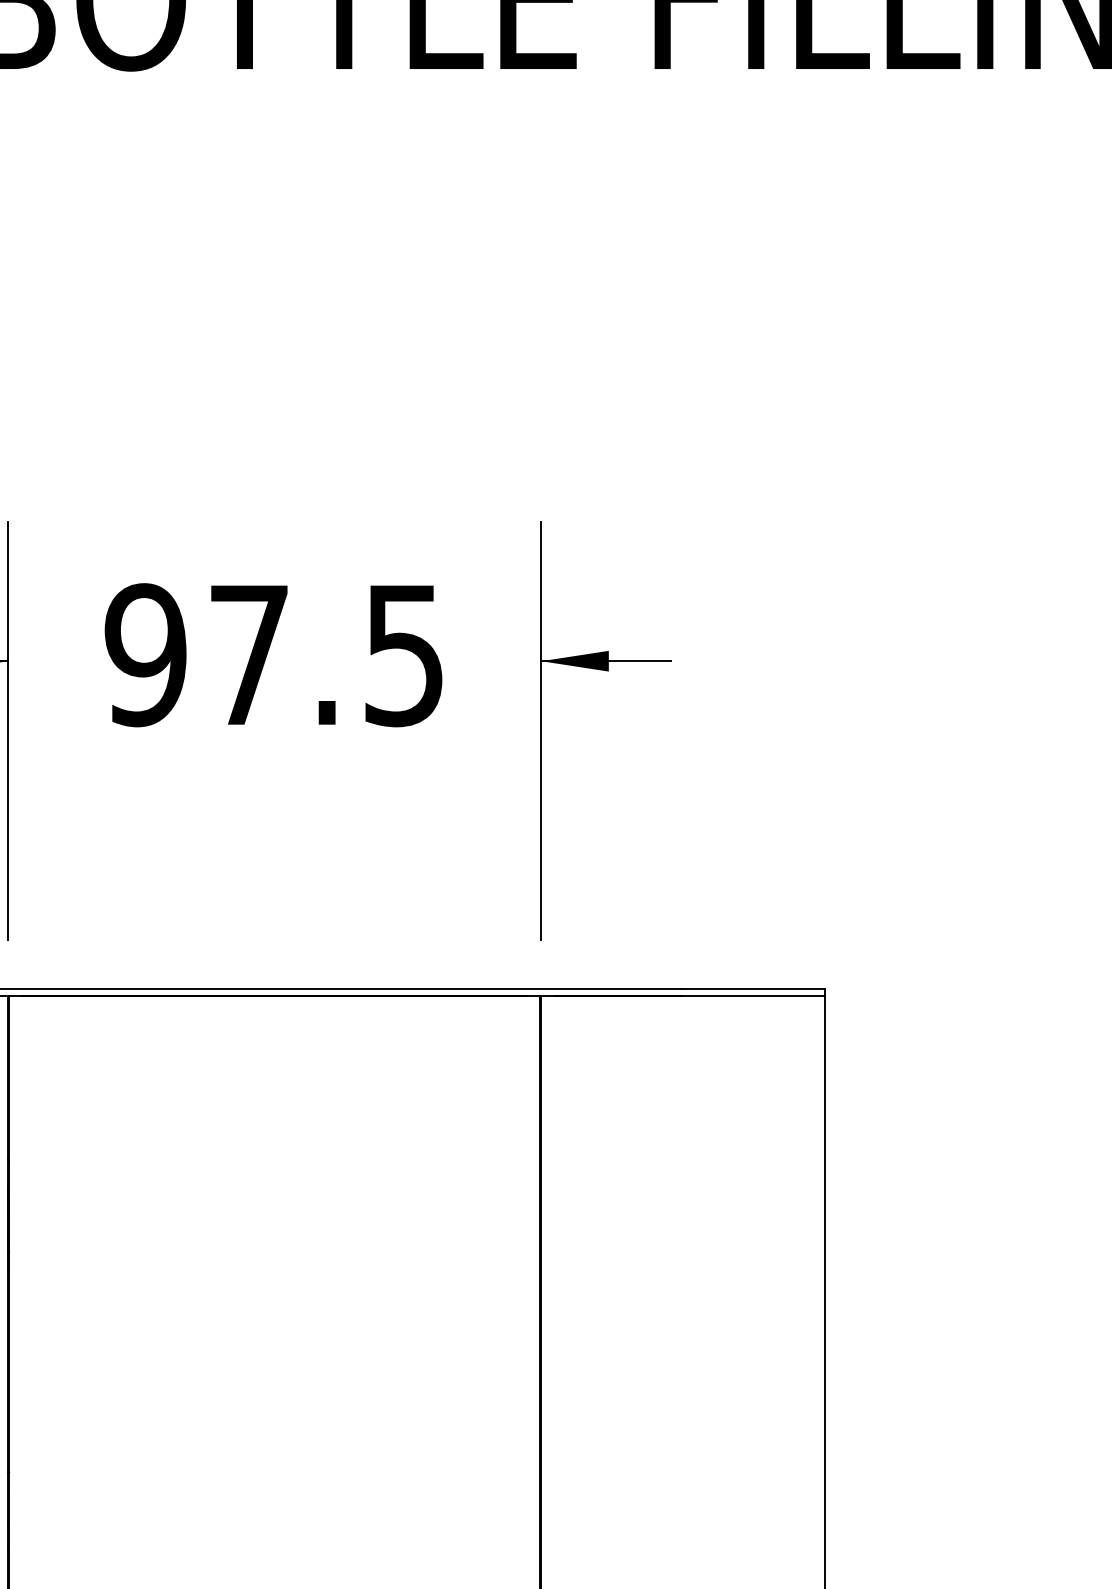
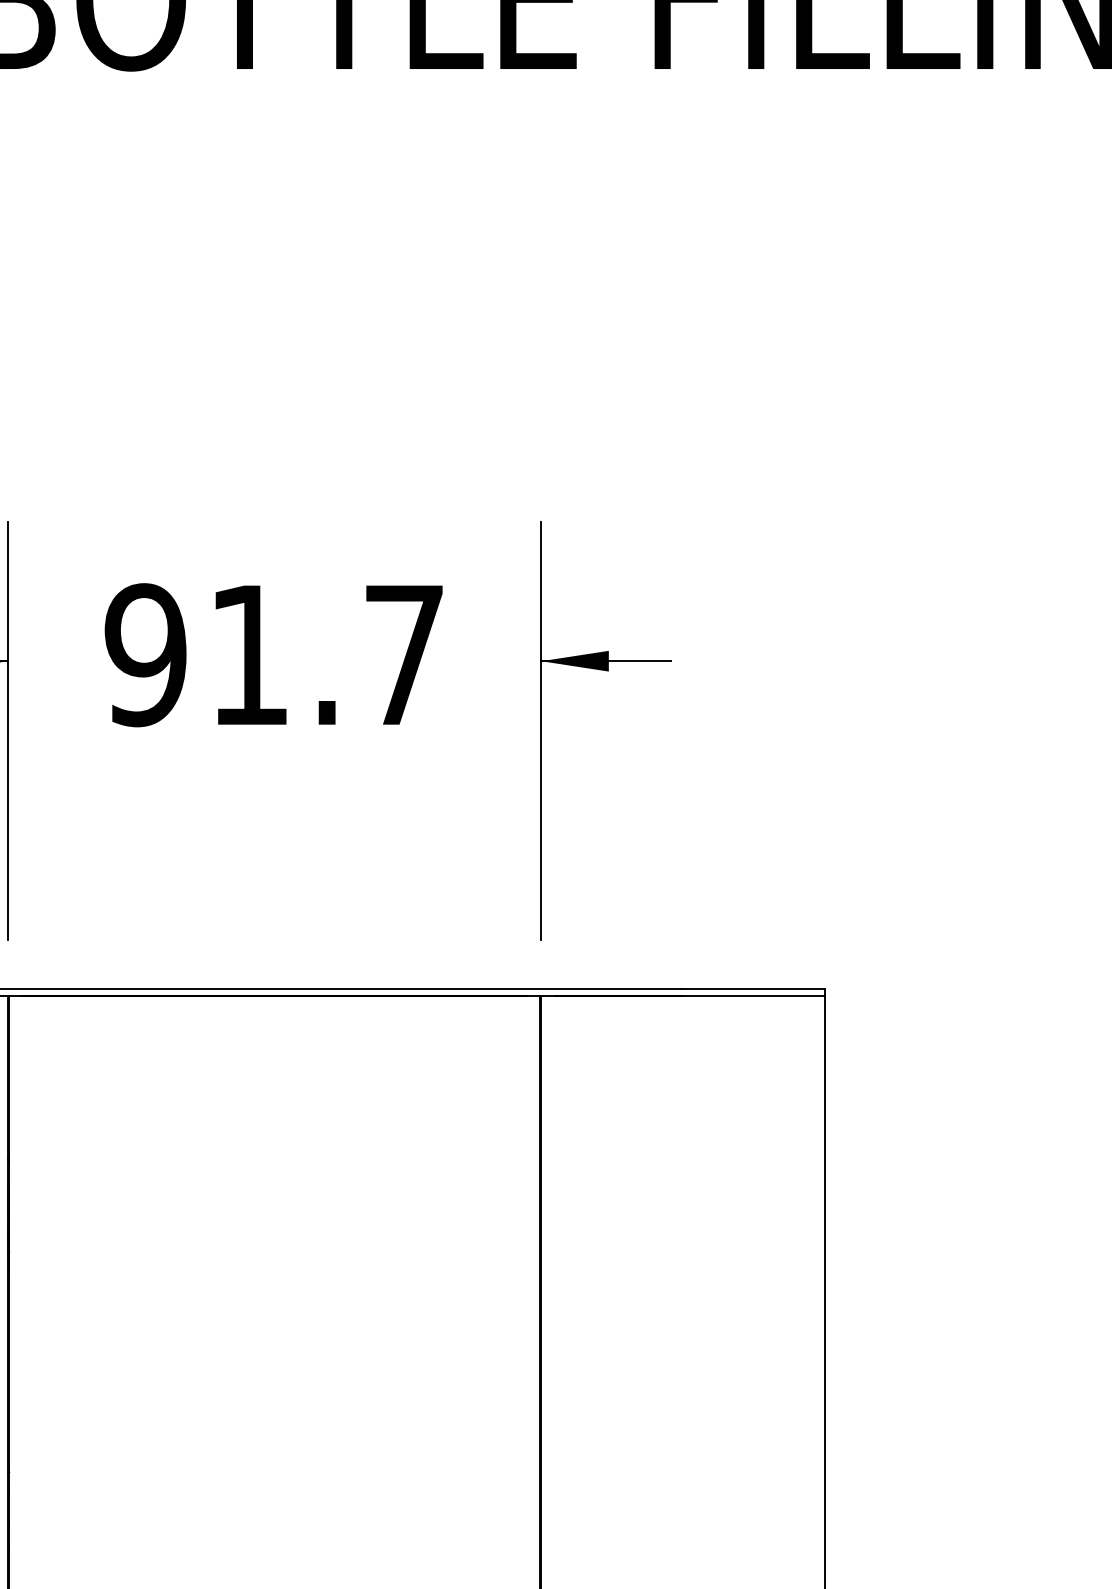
text at (326, 656): 97.5 -> 91.7
